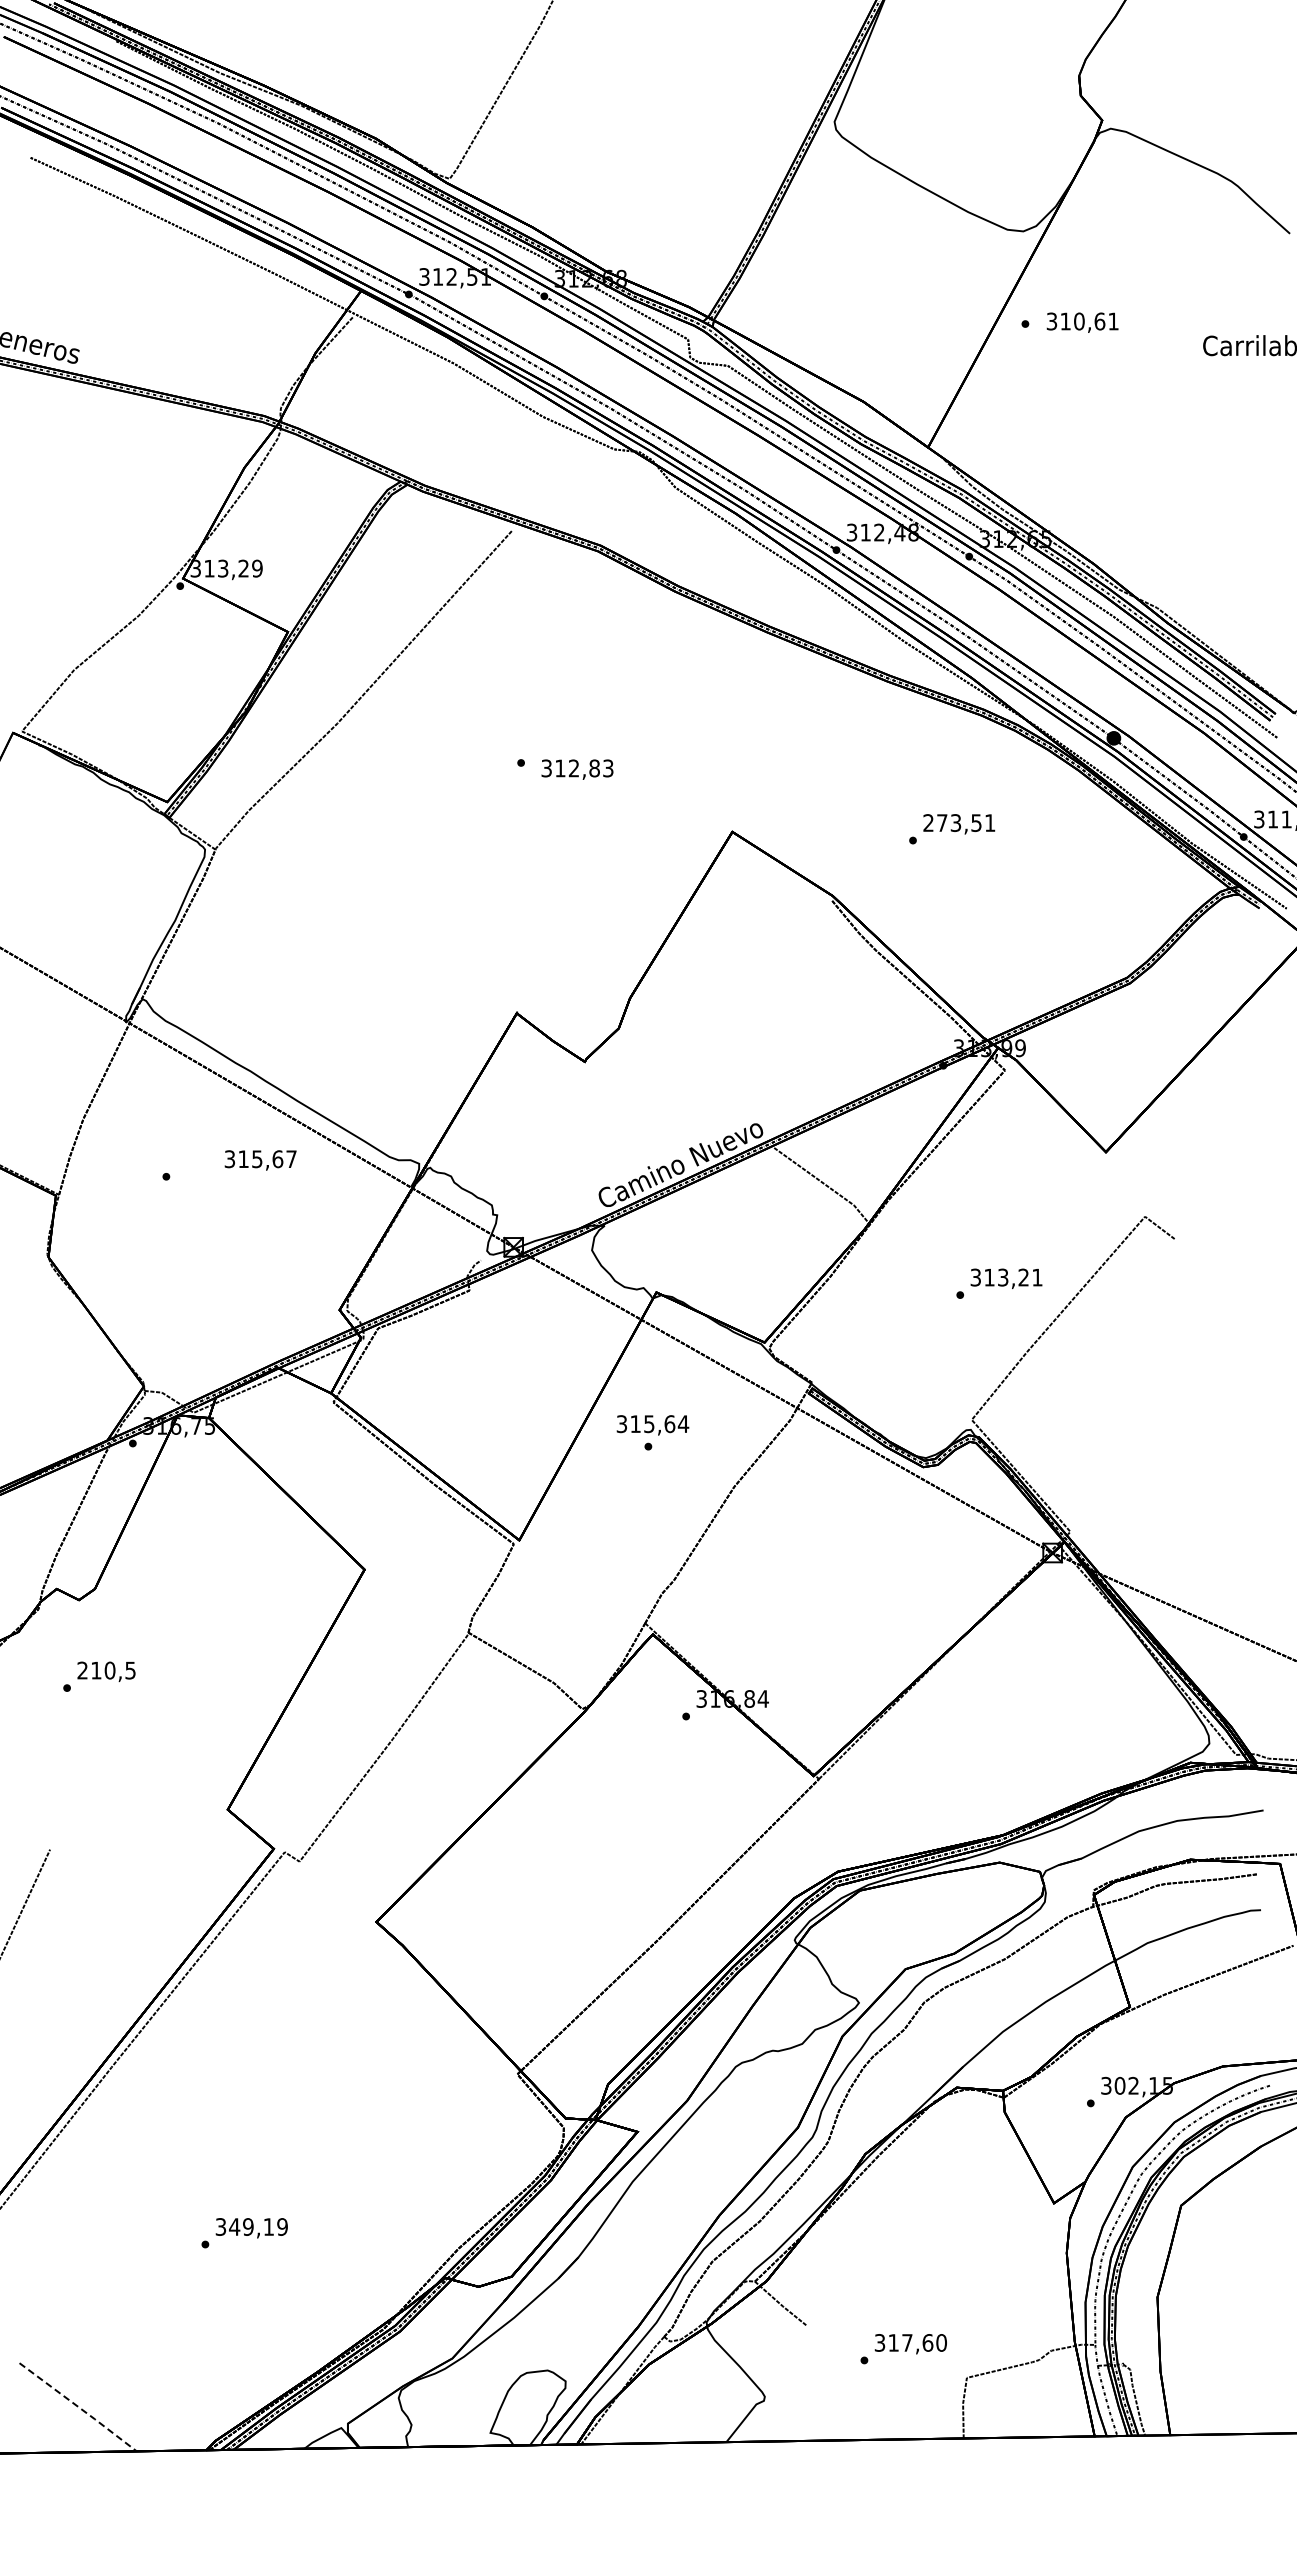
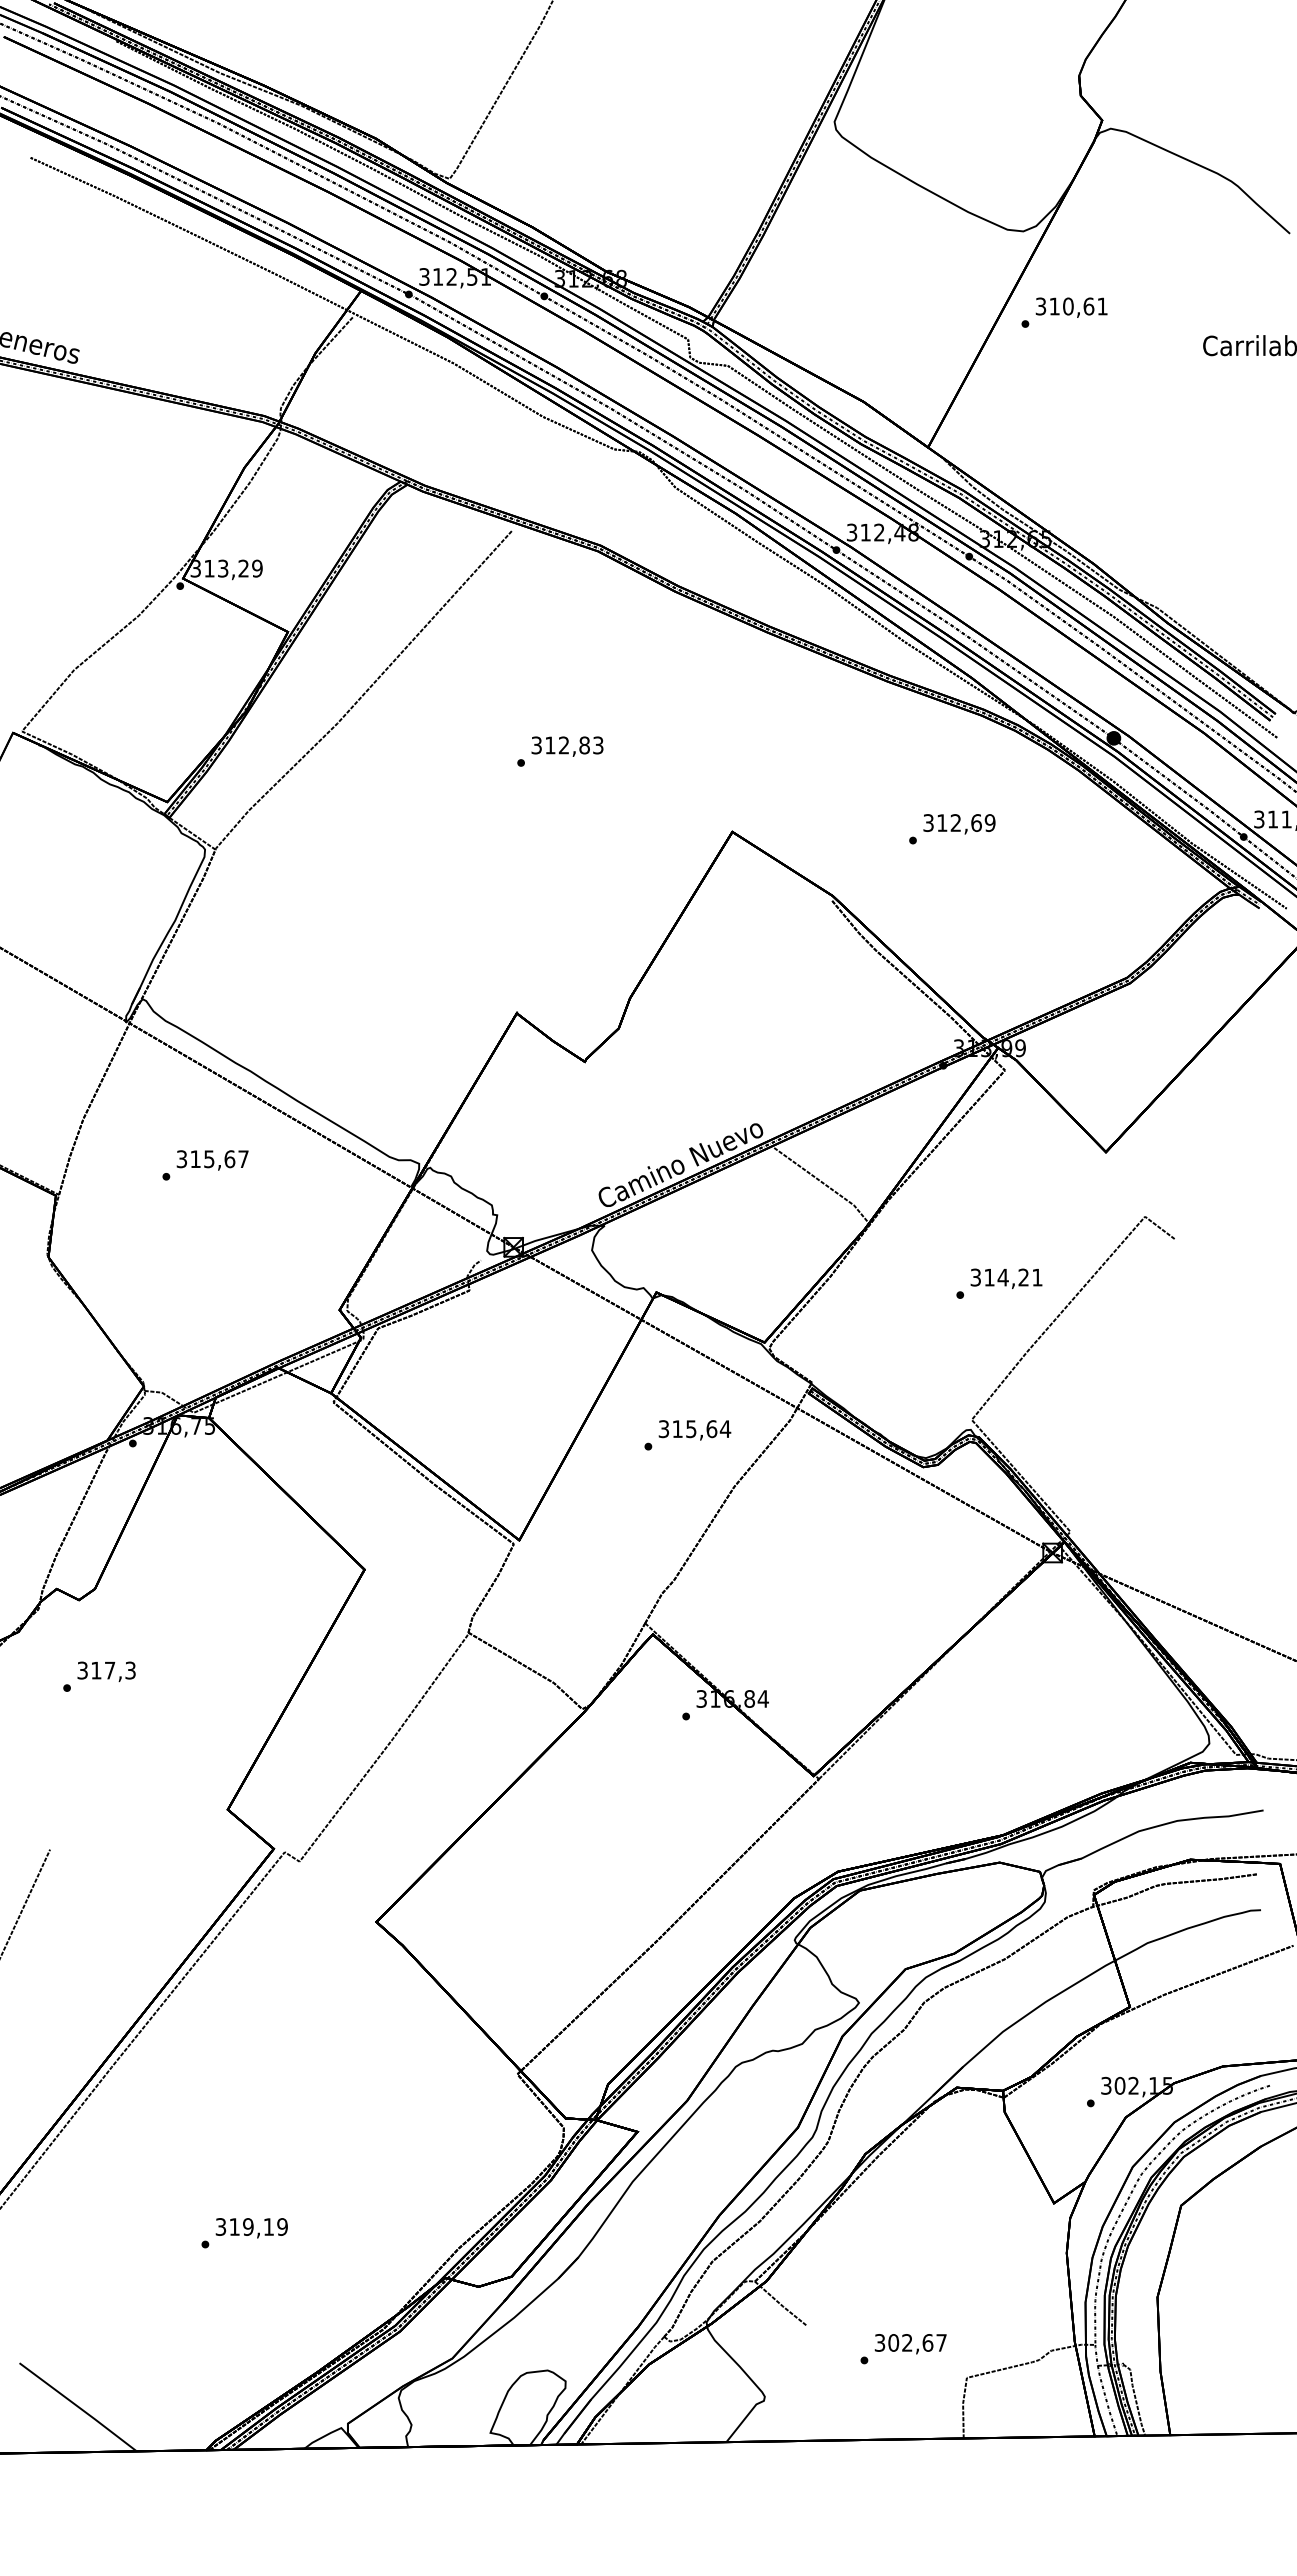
text at (1082, 322) position: (1082, 322) -> (1071, 307)
text at (577, 769) position: (577, 769) -> (567, 746)
text at (959, 823): 273,51 -> 312,69
text at (260, 1160) position: (260, 1160) -> (212, 1160)
text at (1002, 1277): 313,21 -> 314,21
text at (652, 1425) position: (652, 1425) -> (694, 1430)
text at (106, 1670): 210,5 -> 317,3
text at (234, 2226): 349,19 -> 319,19
text at (917, 2342): 317,60 -> 302,67
line at (78, 2407): dashed -> solid
